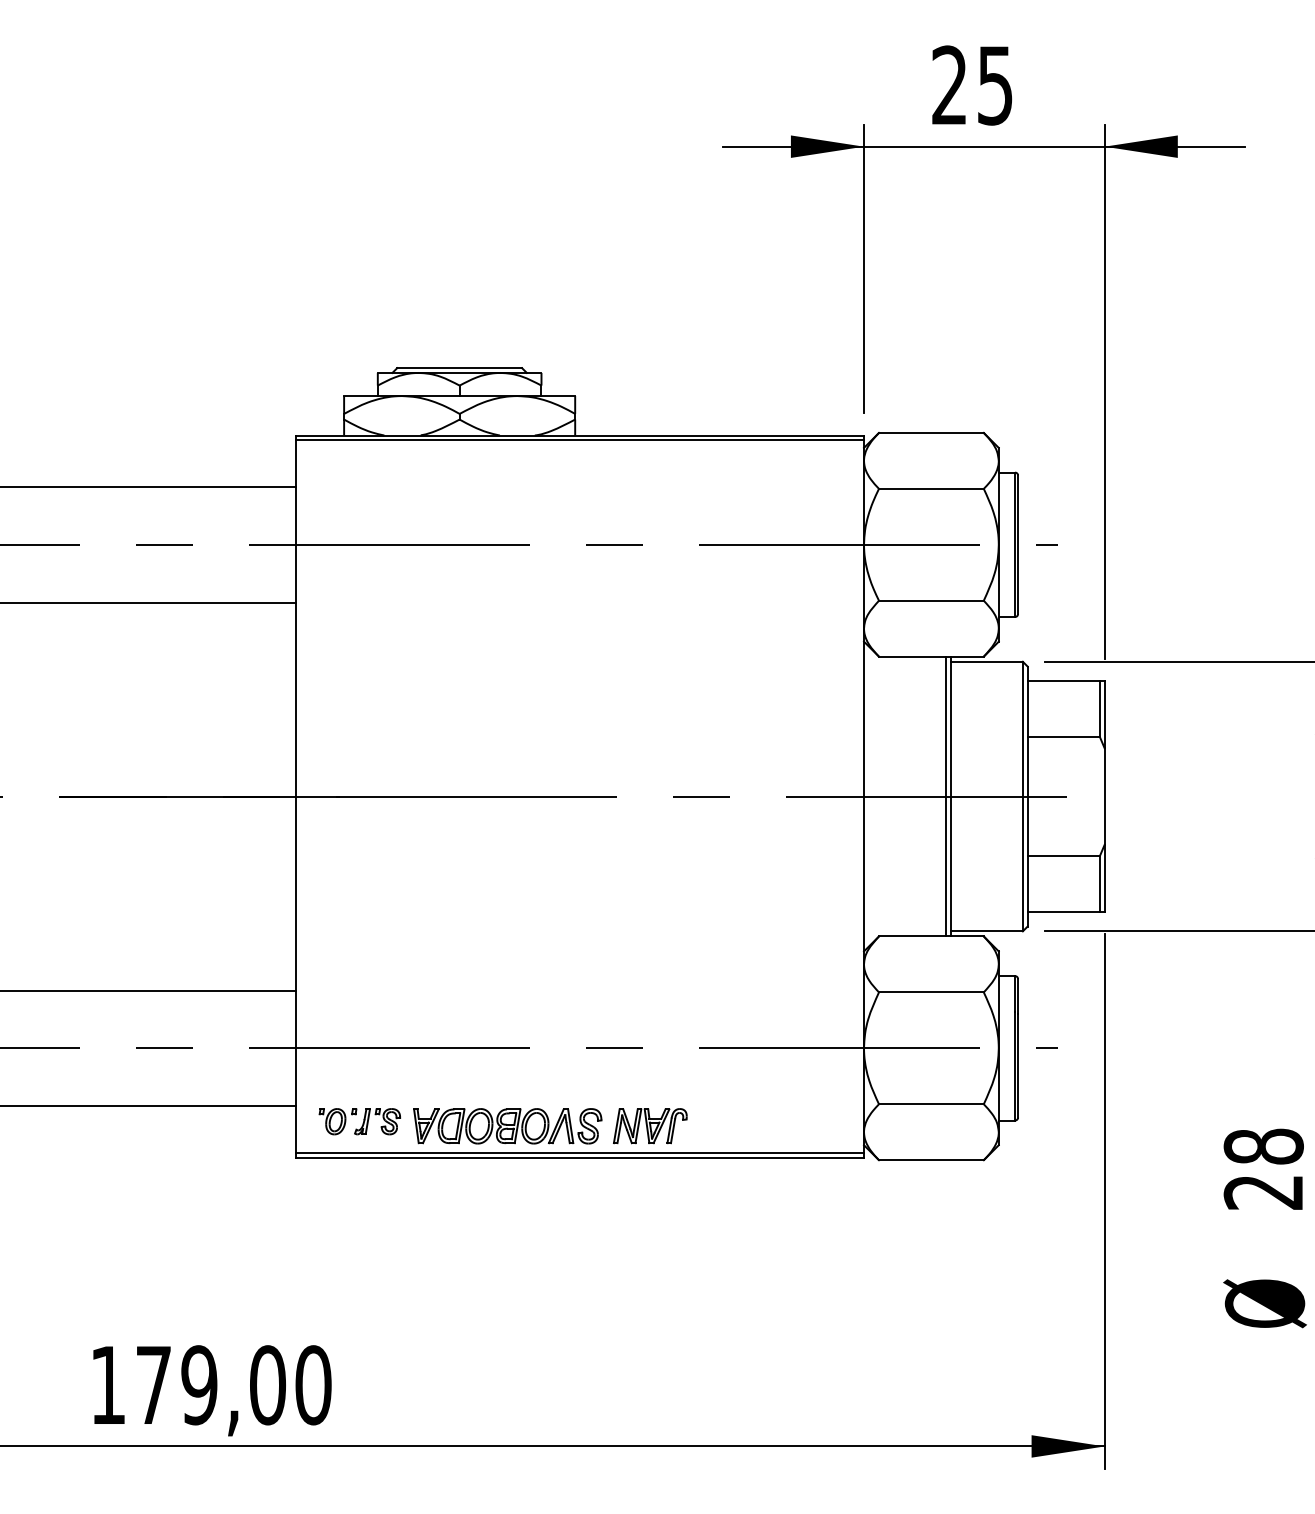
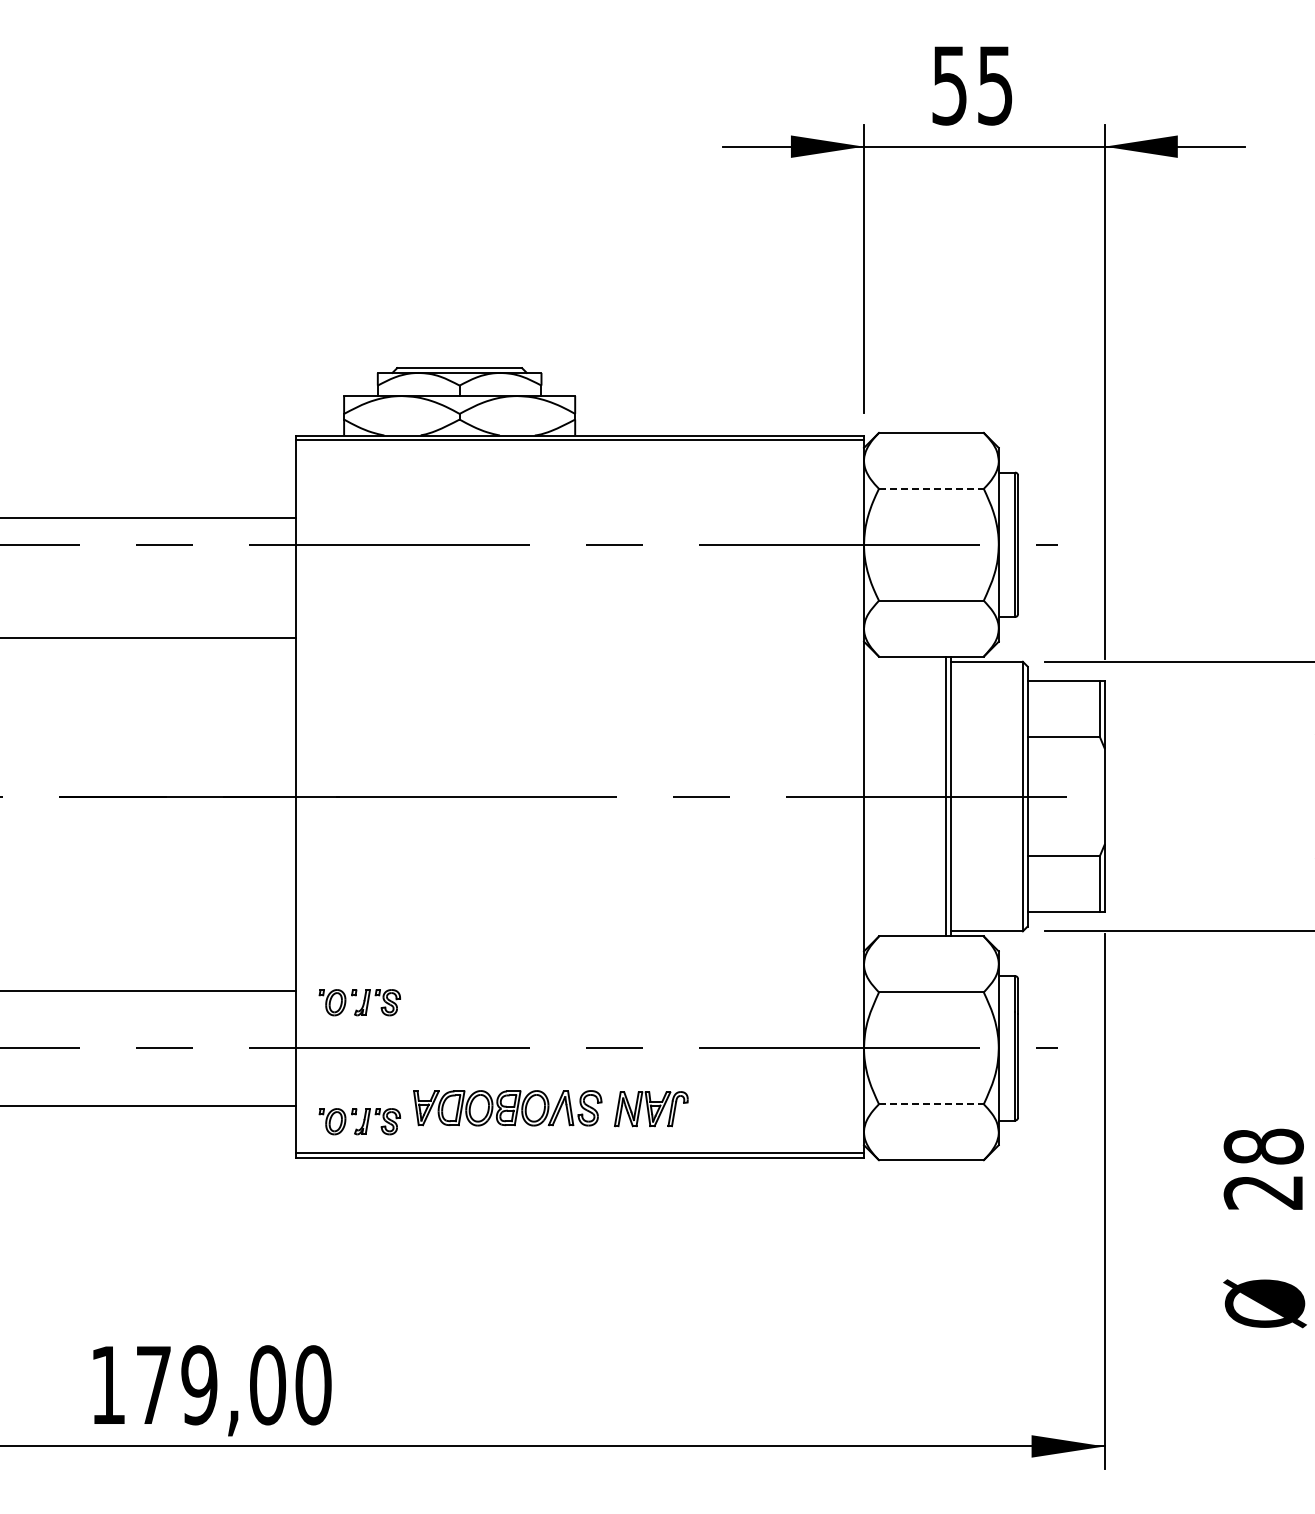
text at (949, 85): 25 -> 55
line at (148, 487) position: (148, 487) -> (148, 518)
line at (931, 488): solid -> dashed
line at (148, 602) position: (148, 602) -> (148, 637)
part at (359, 1002): none -> present
line at (931, 1104): solid -> dashed
part at (507, 1126) position: (507, 1126) -> (507, 1108)
part at (650, 1126) position: (650, 1126) -> (651, 1109)
